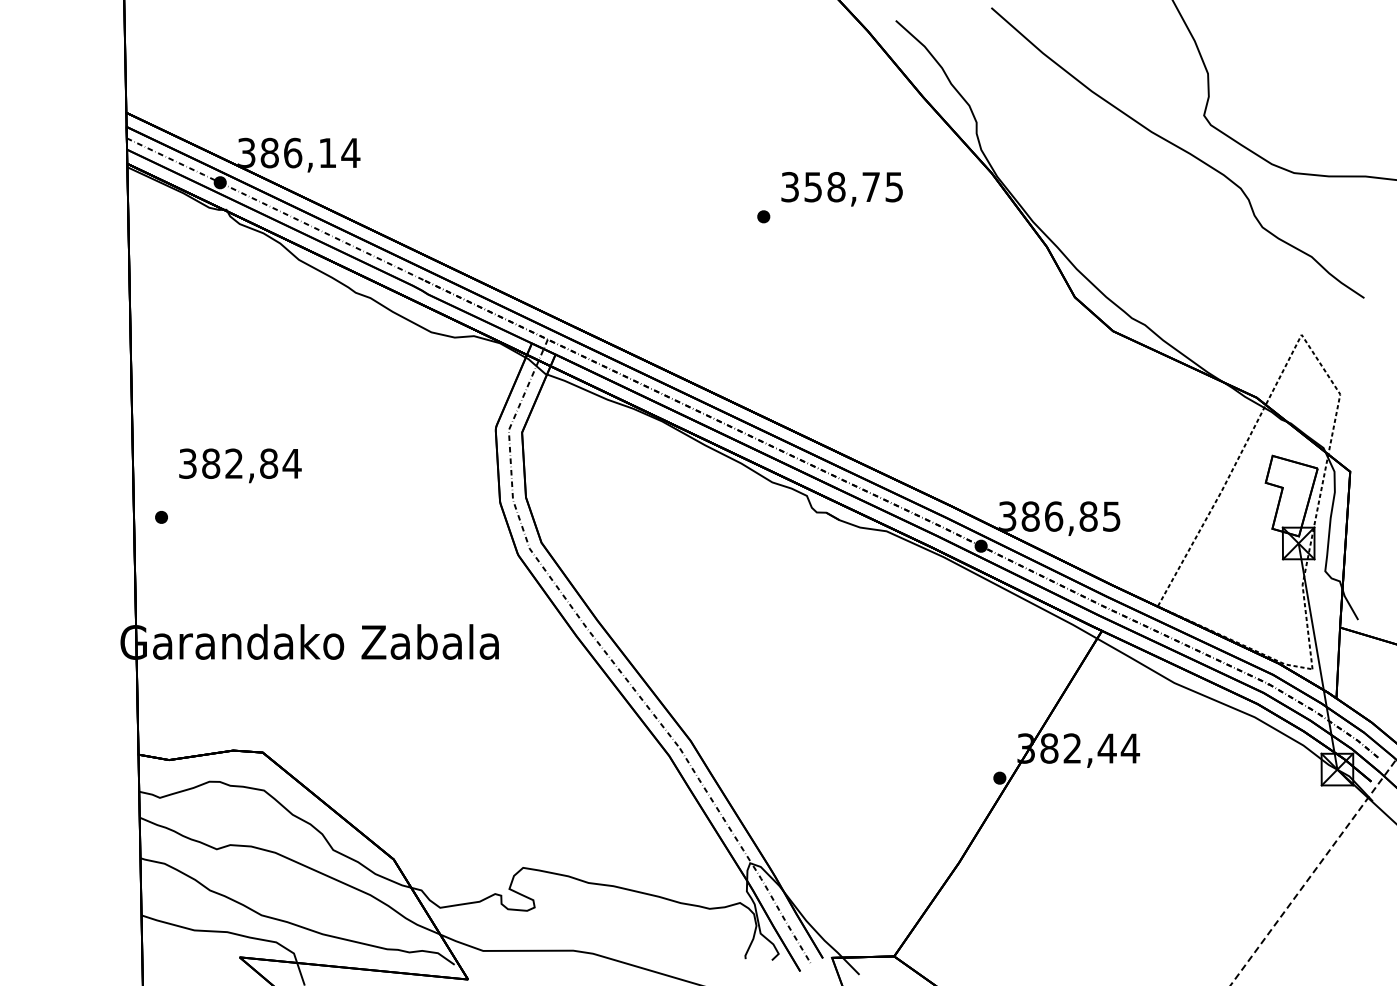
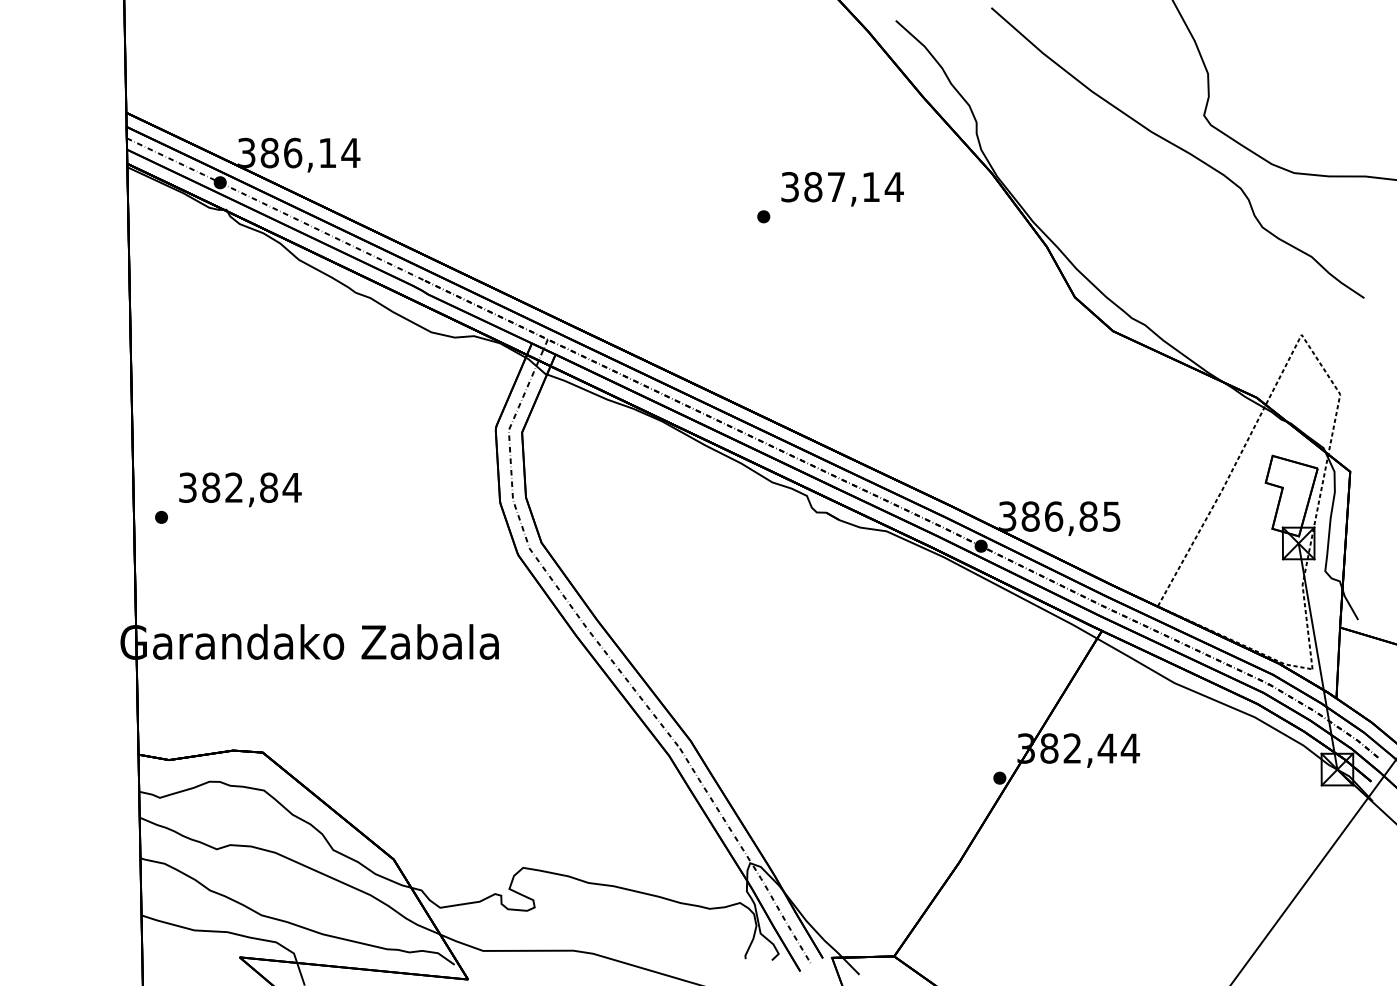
text at (853, 187): 358,75 -> 387,14
text at (240, 465) position: (240, 465) -> (240, 489)
line at (1313, 872): dashed -> solid
